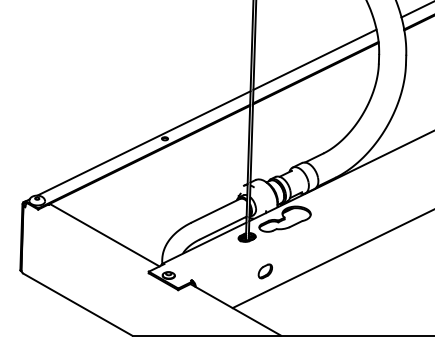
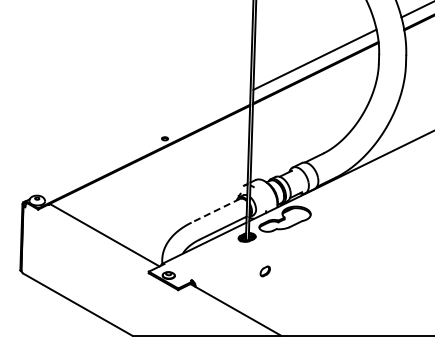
line at (143, 143): present -> none
line at (215, 210): solid -> dashed
line at (331, 259): present -> none
part at (264, 271) size: 16x17 px -> 12x13 px
